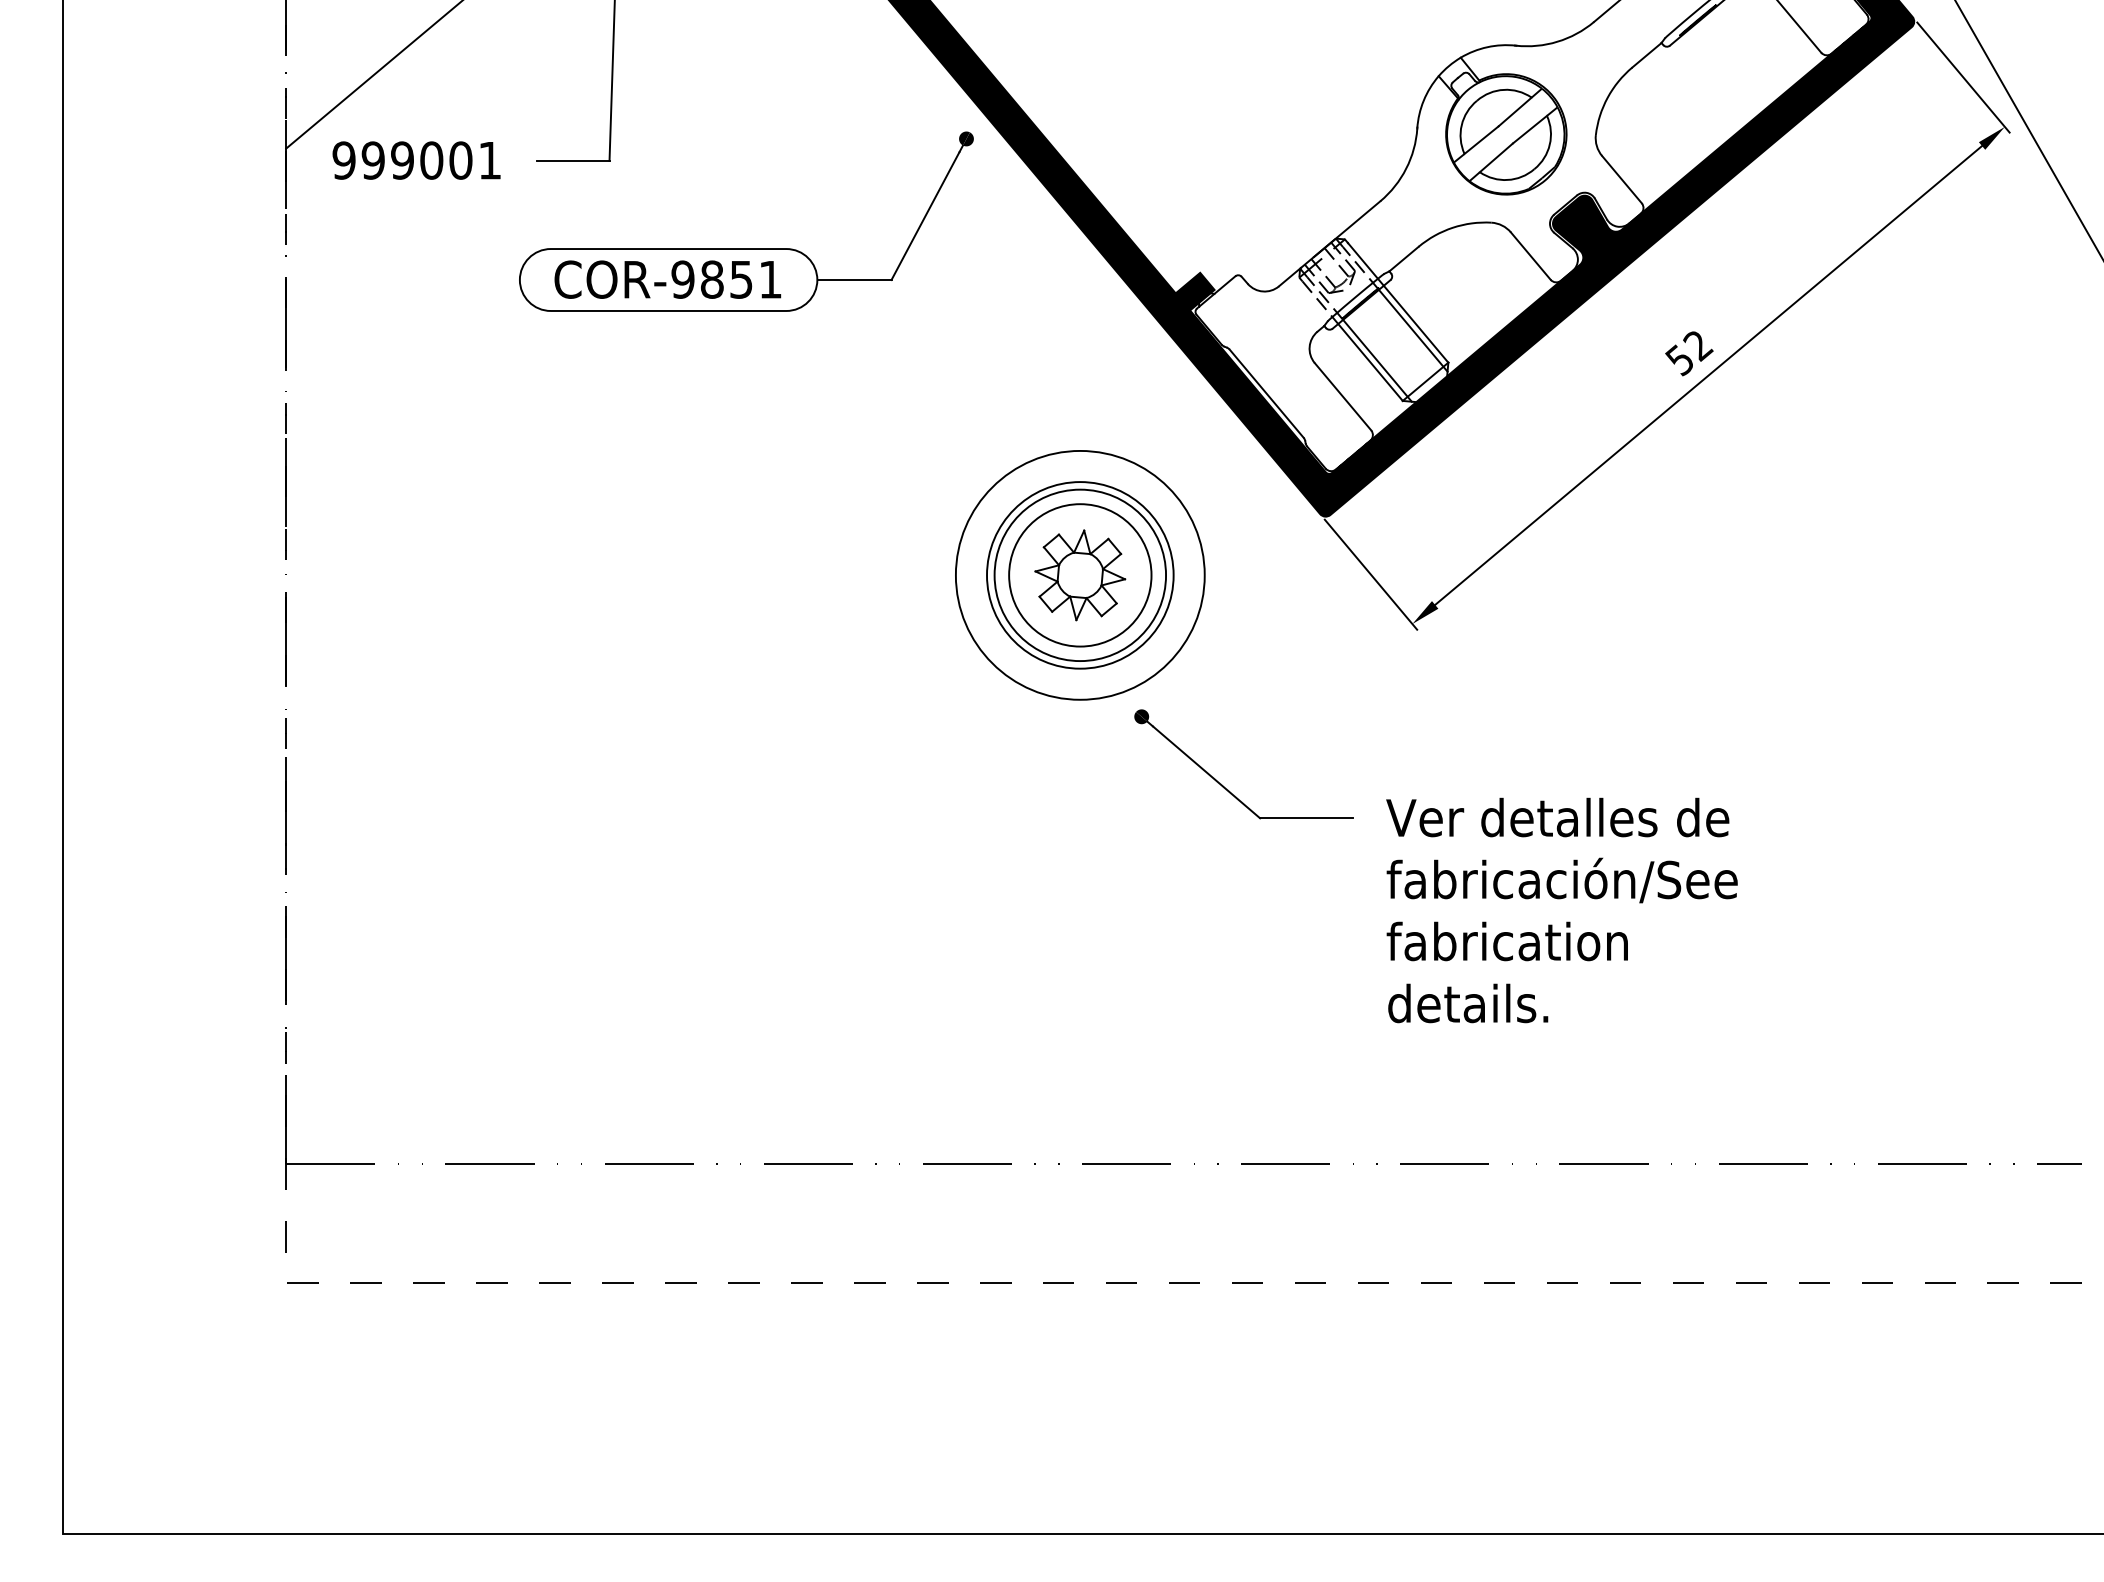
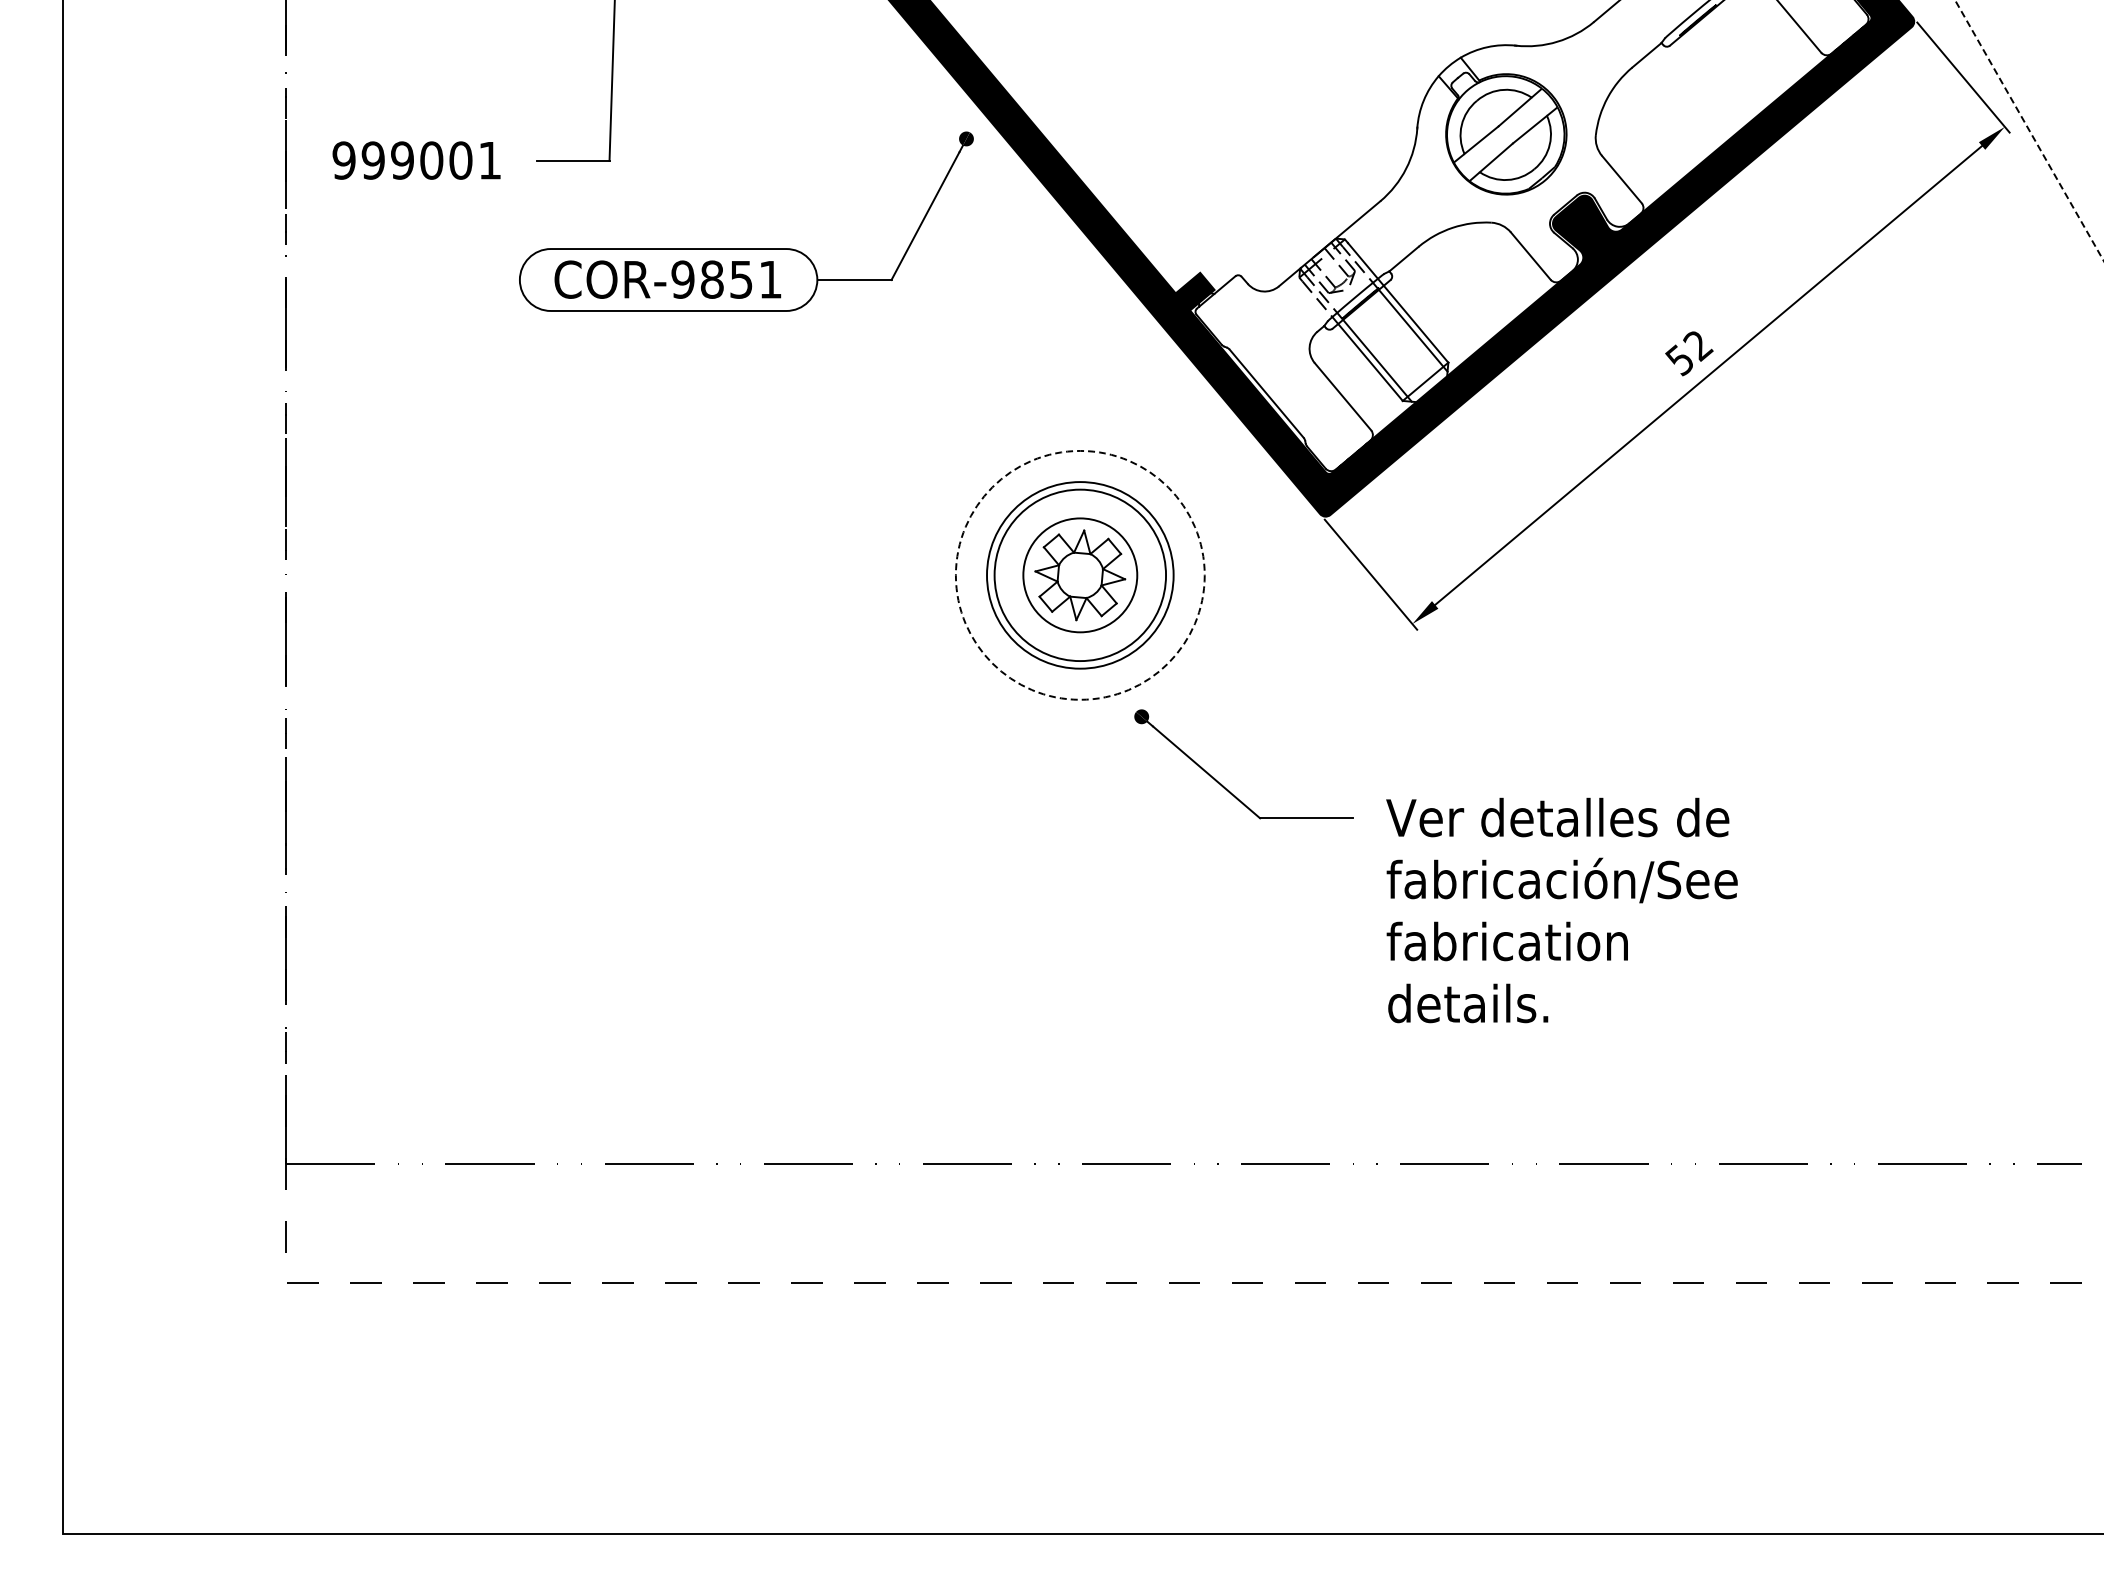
line at (373, 75): present -> none
line at (2029, 130): solid -> dashed
circle at (1079, 574): solid -> dashed
circle at (1080, 575) diameter: 142 px -> 114 px
